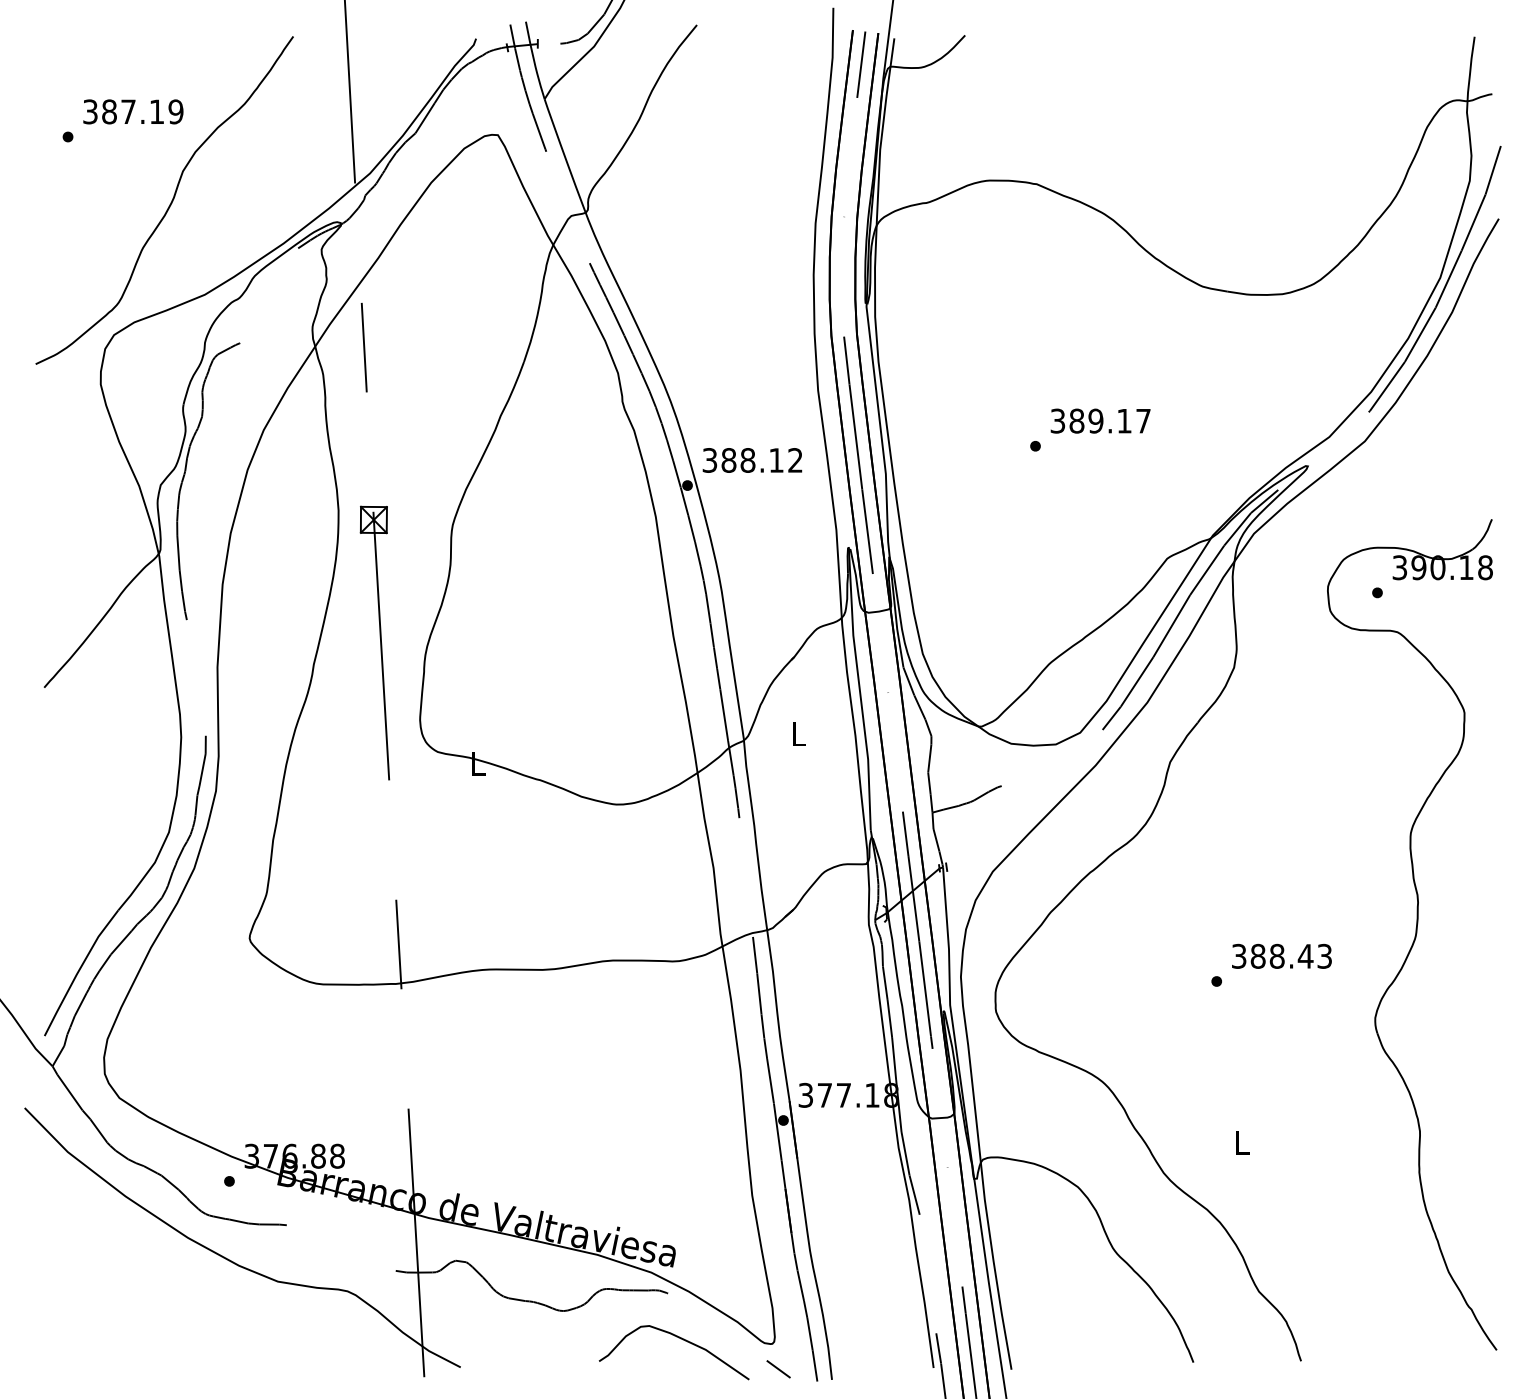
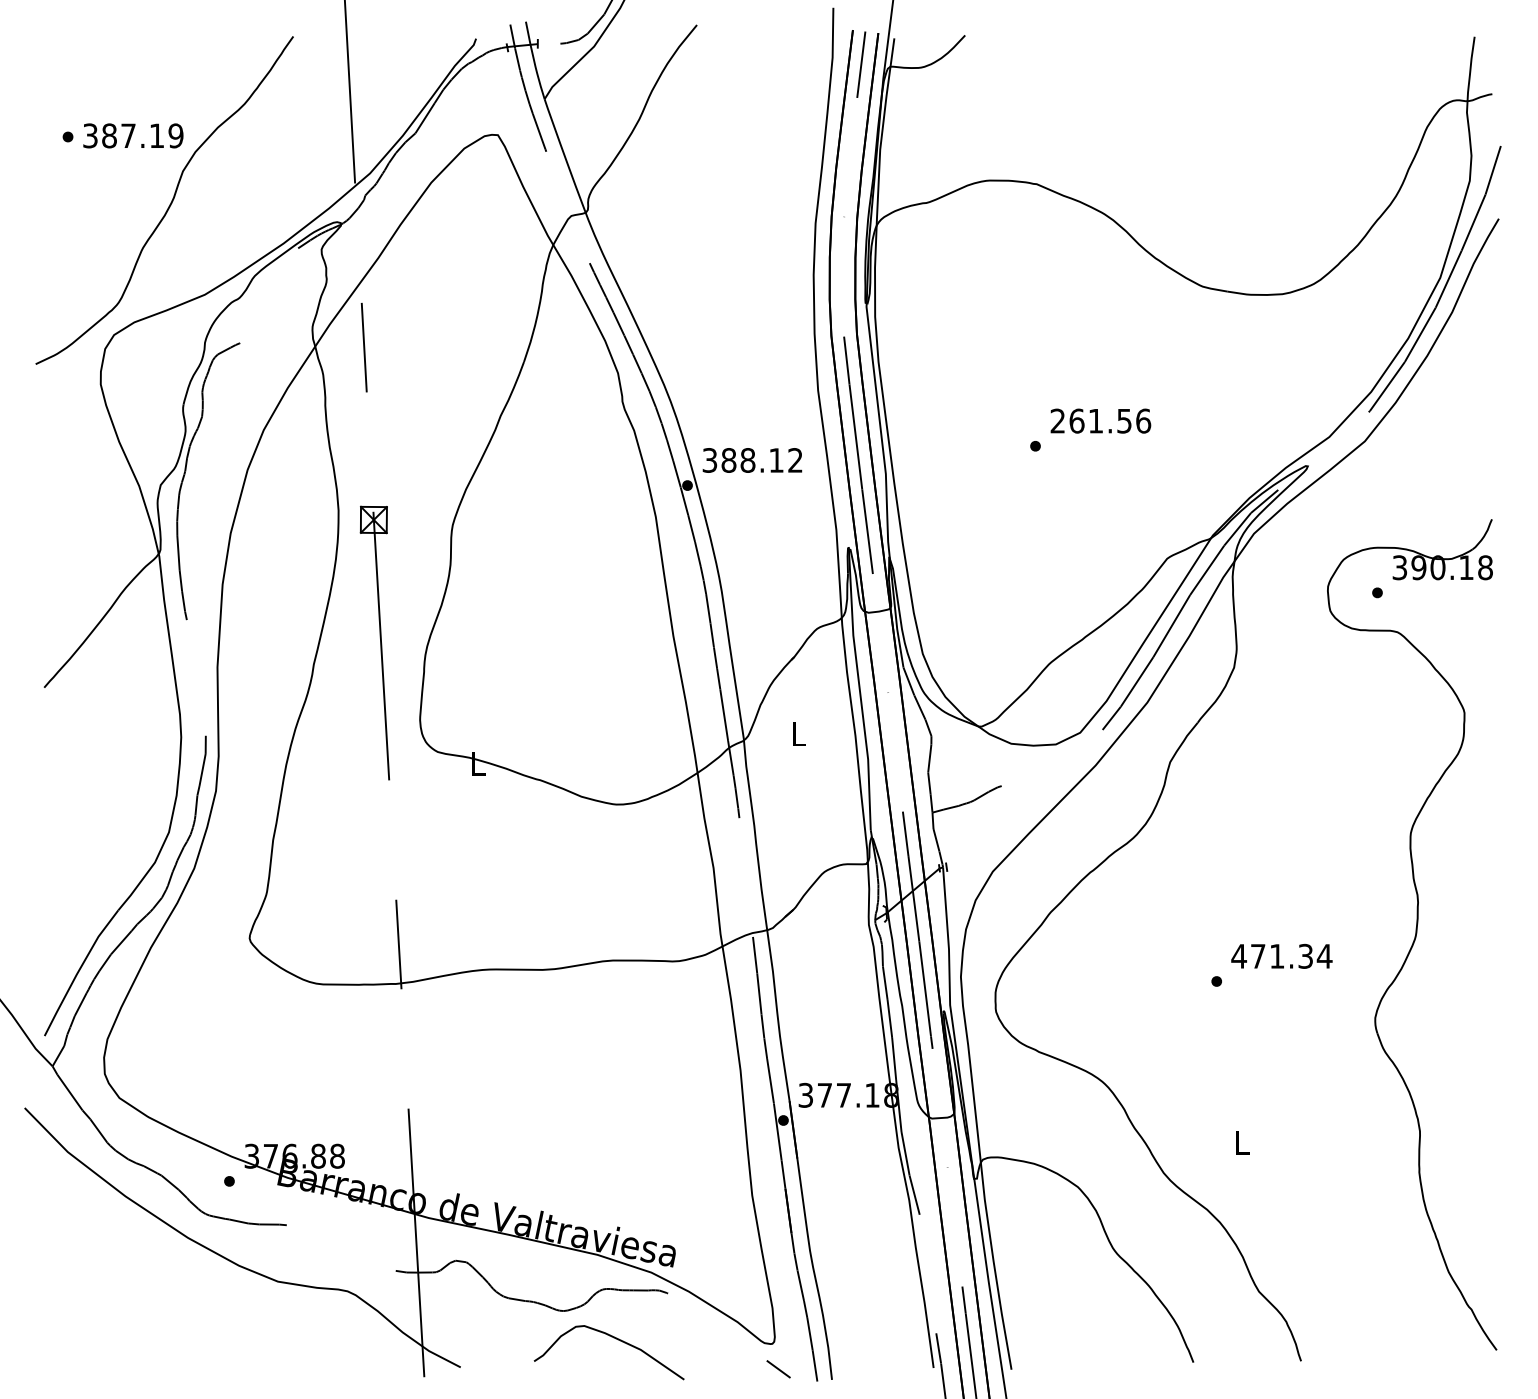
text at (133, 111) position: (133, 111) -> (133, 135)
text at (1100, 420): 389.17 -> 261.56
text at (1281, 955): 388.43 -> 471.34
curve at (680, 1339) position: (680, 1339) -> (615, 1339)
